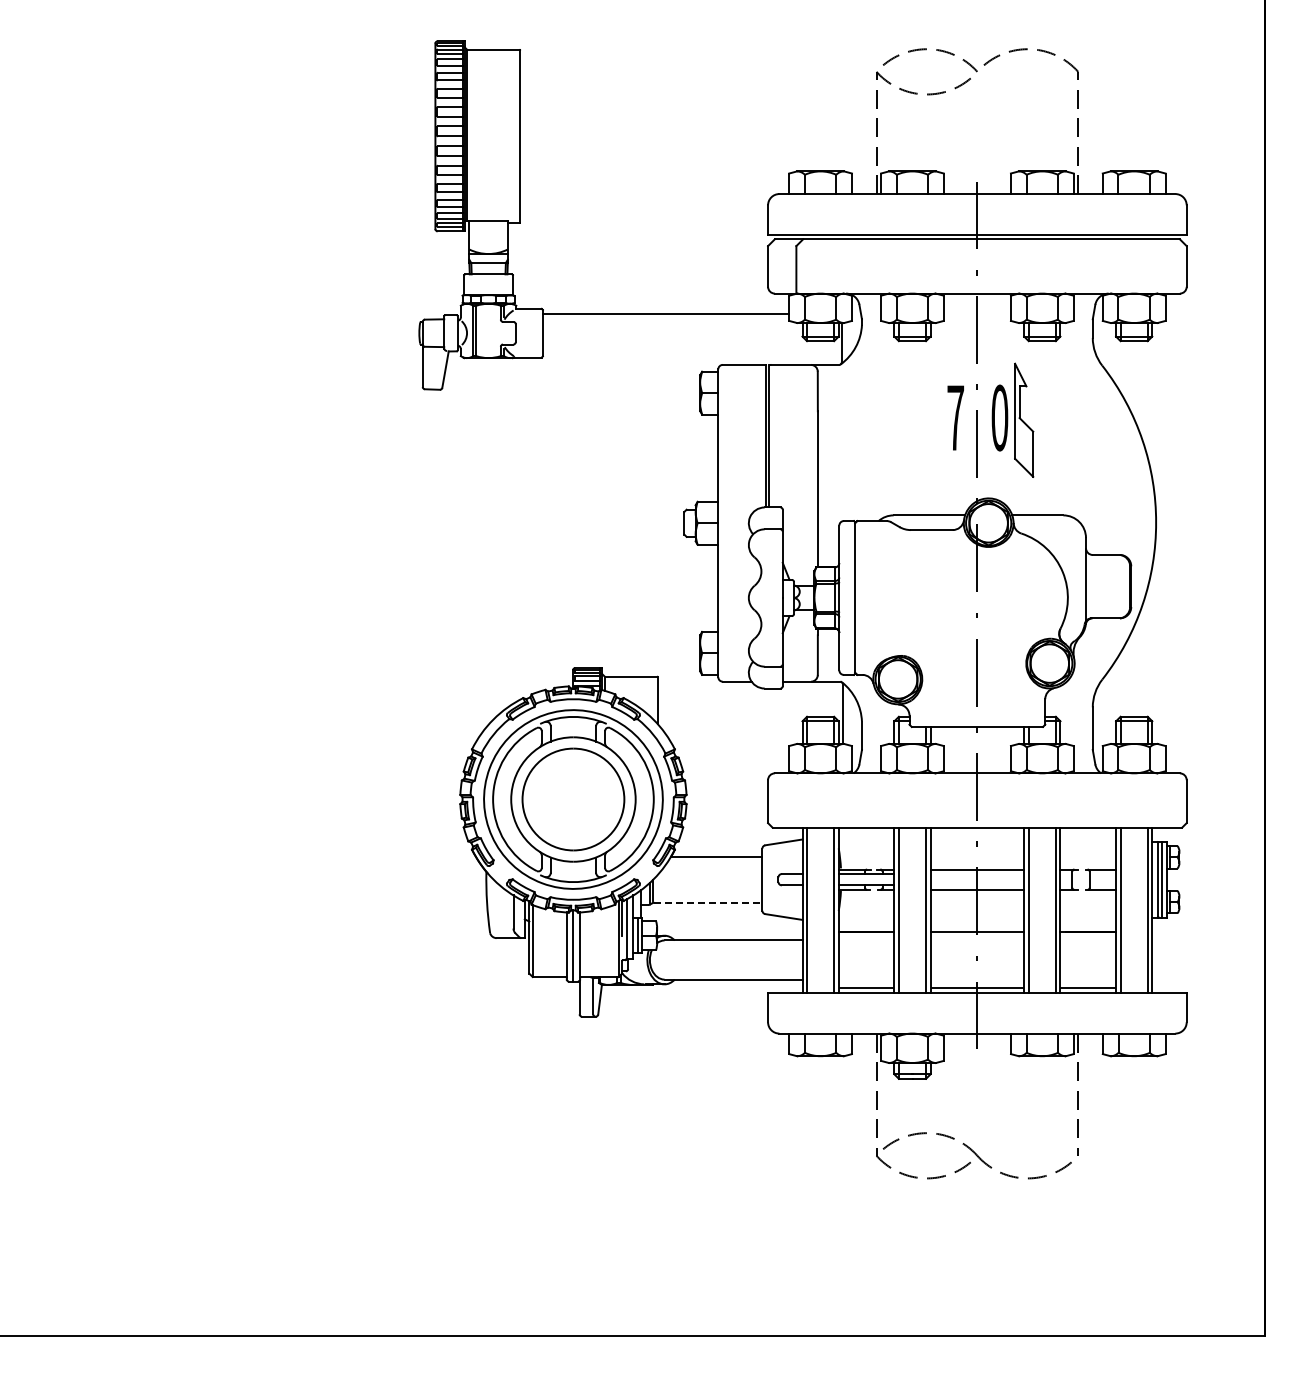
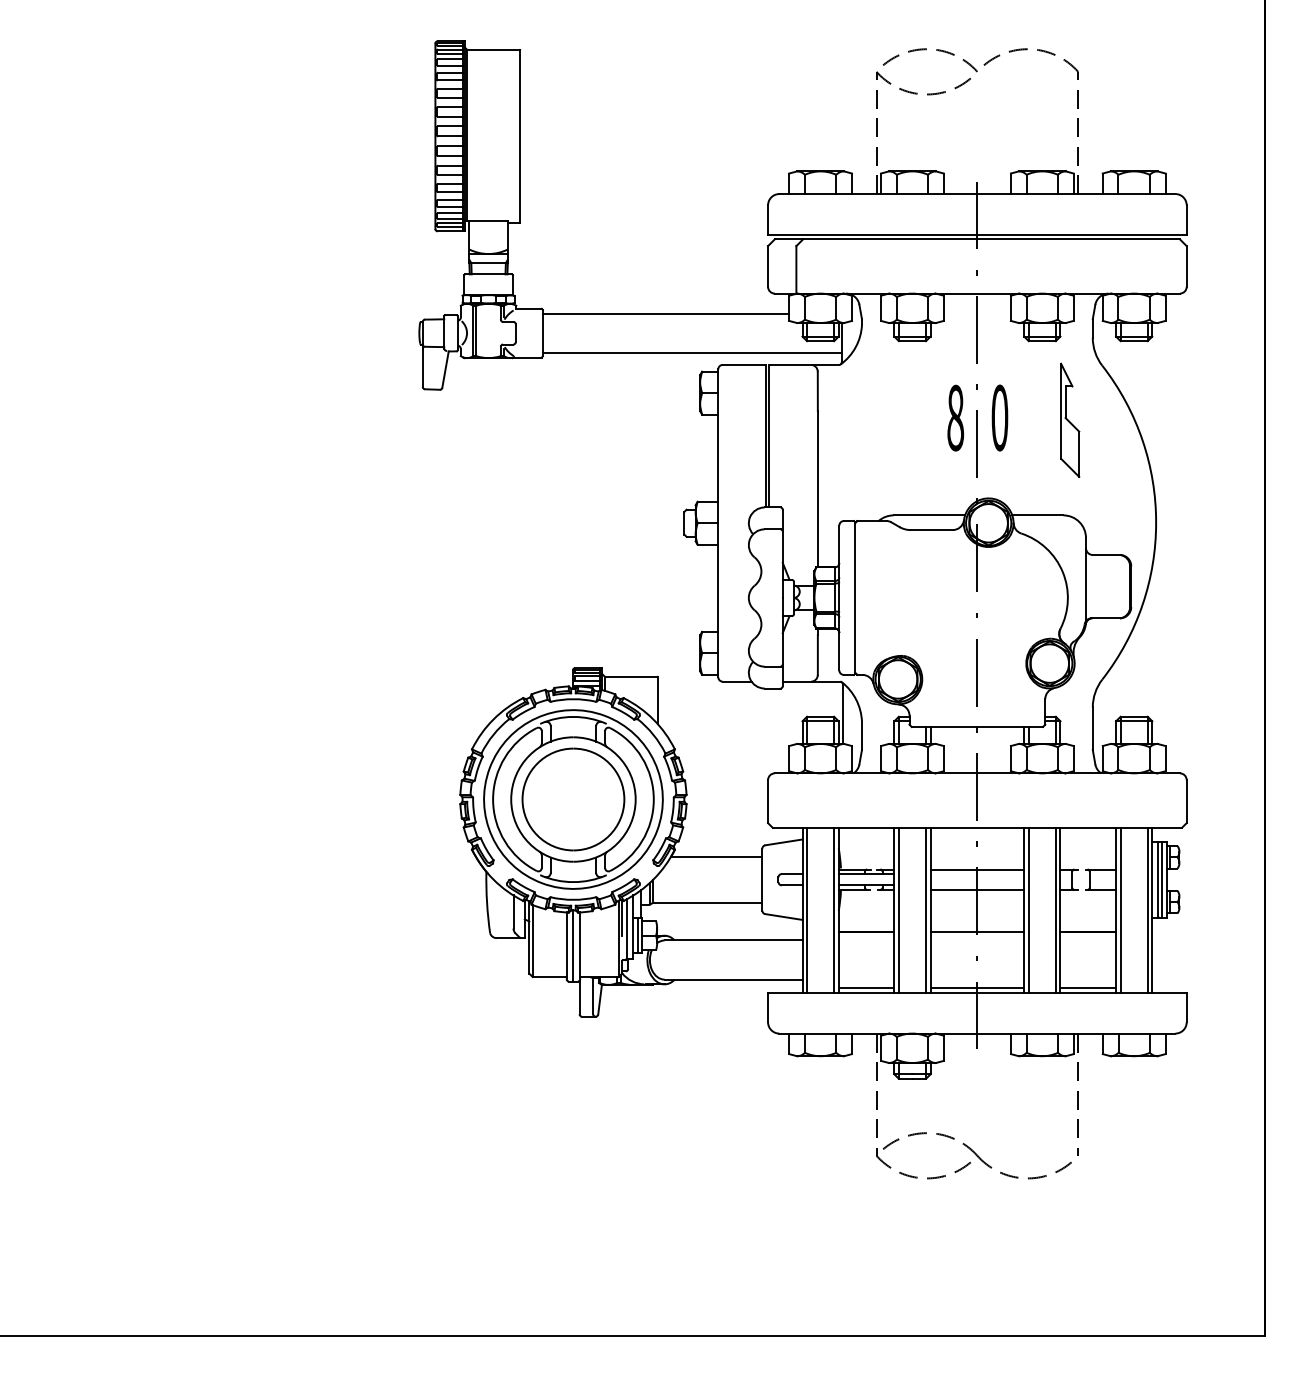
line at (691, 352): none -> present
text at (955, 417): 7 -> 8
part at (1024, 419) position: (1024, 419) -> (1070, 419)
line at (708, 902): dashed -> solid
